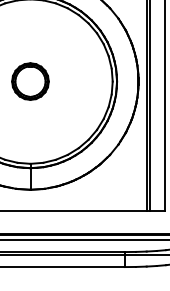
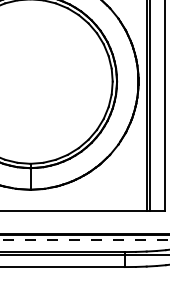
part at (30, 81): present -> none
line at (85, 240): solid -> dashed
